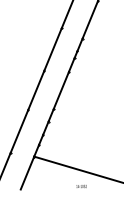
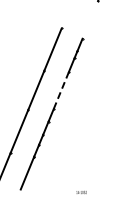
line at (66, 15): present -> none
line at (89, 20): present -> none
line at (61, 91): solid -> dashed
line at (77, 169): present -> none
text at (81, 186) position: (81, 186) -> (81, 192)
